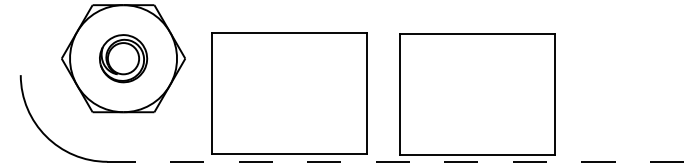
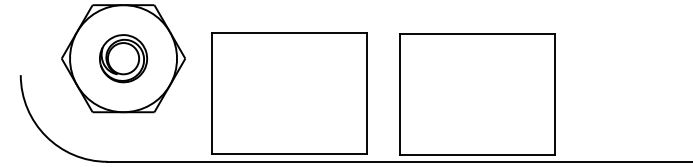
line at (399, 161): dashed -> solid
